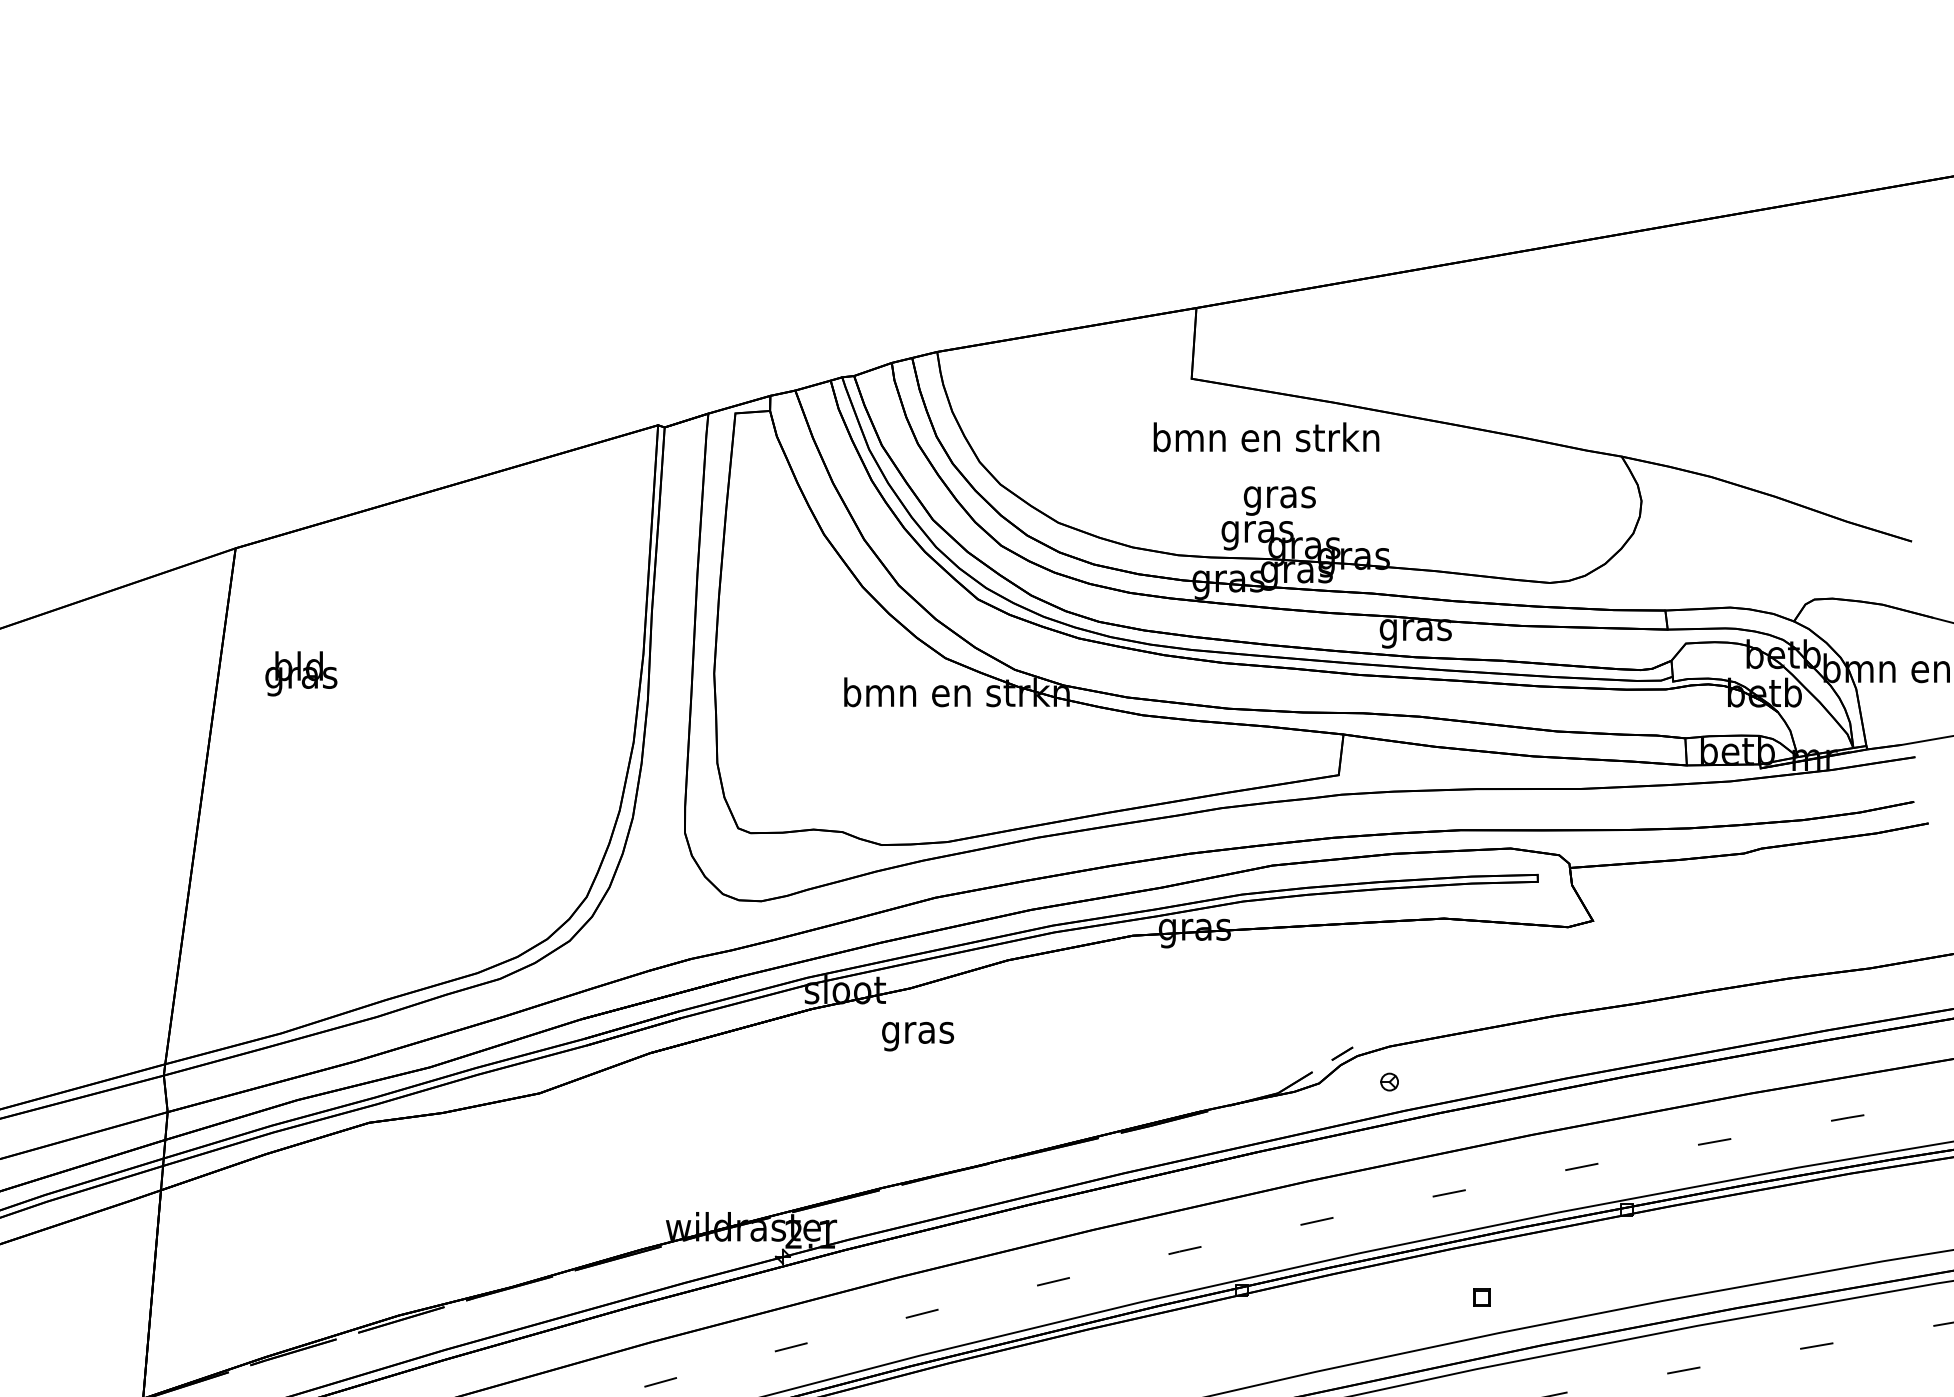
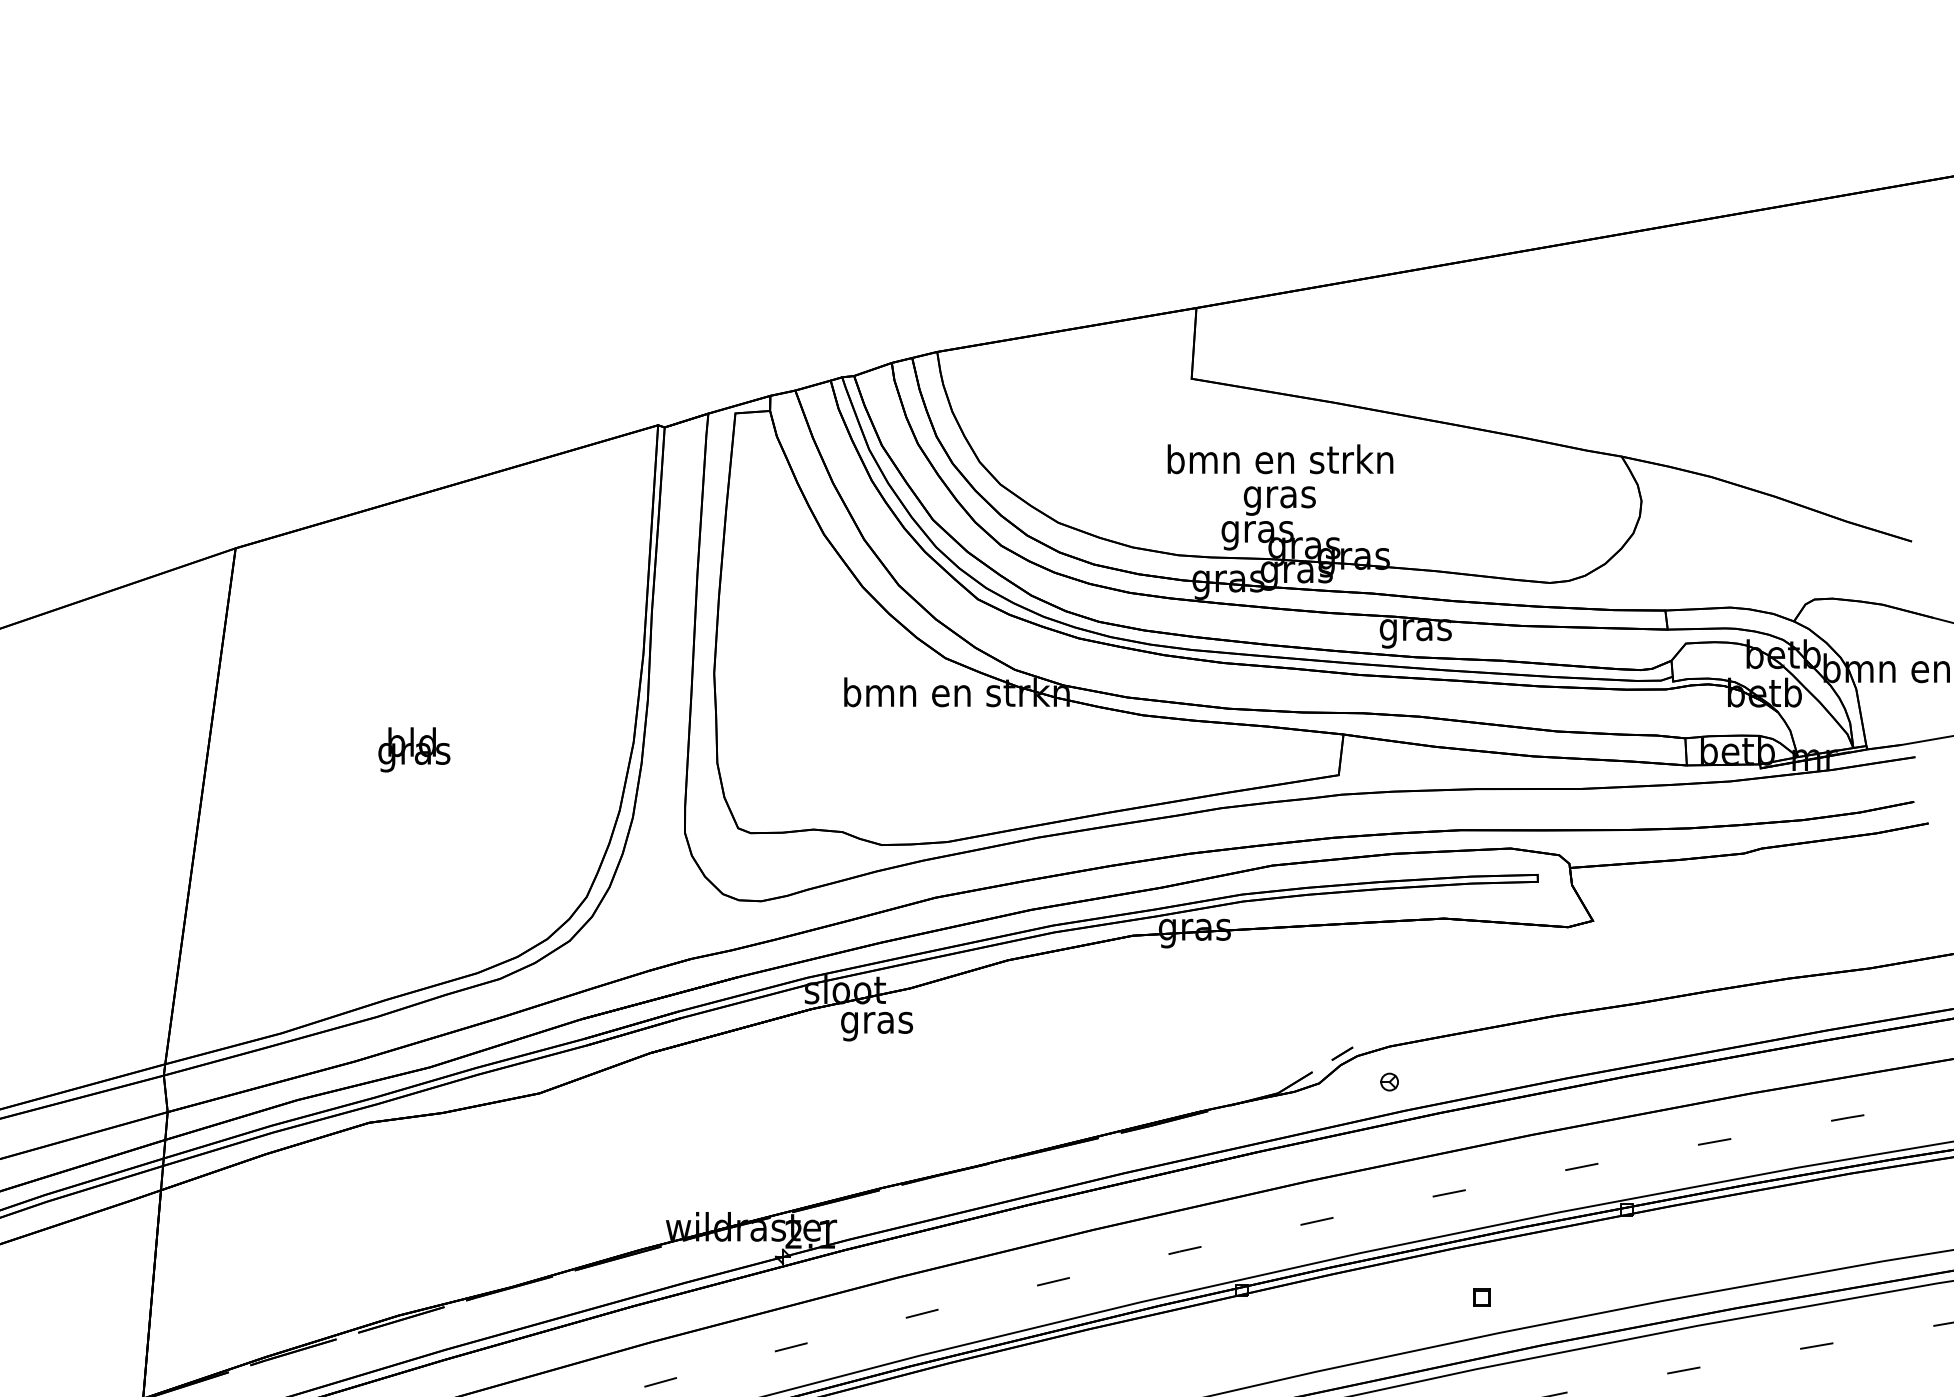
text at (1266, 437) position: (1266, 437) -> (1280, 459)
text at (301, 673) position: (301, 673) -> (414, 749)
text at (918, 1036) position: (918, 1036) -> (877, 1026)
